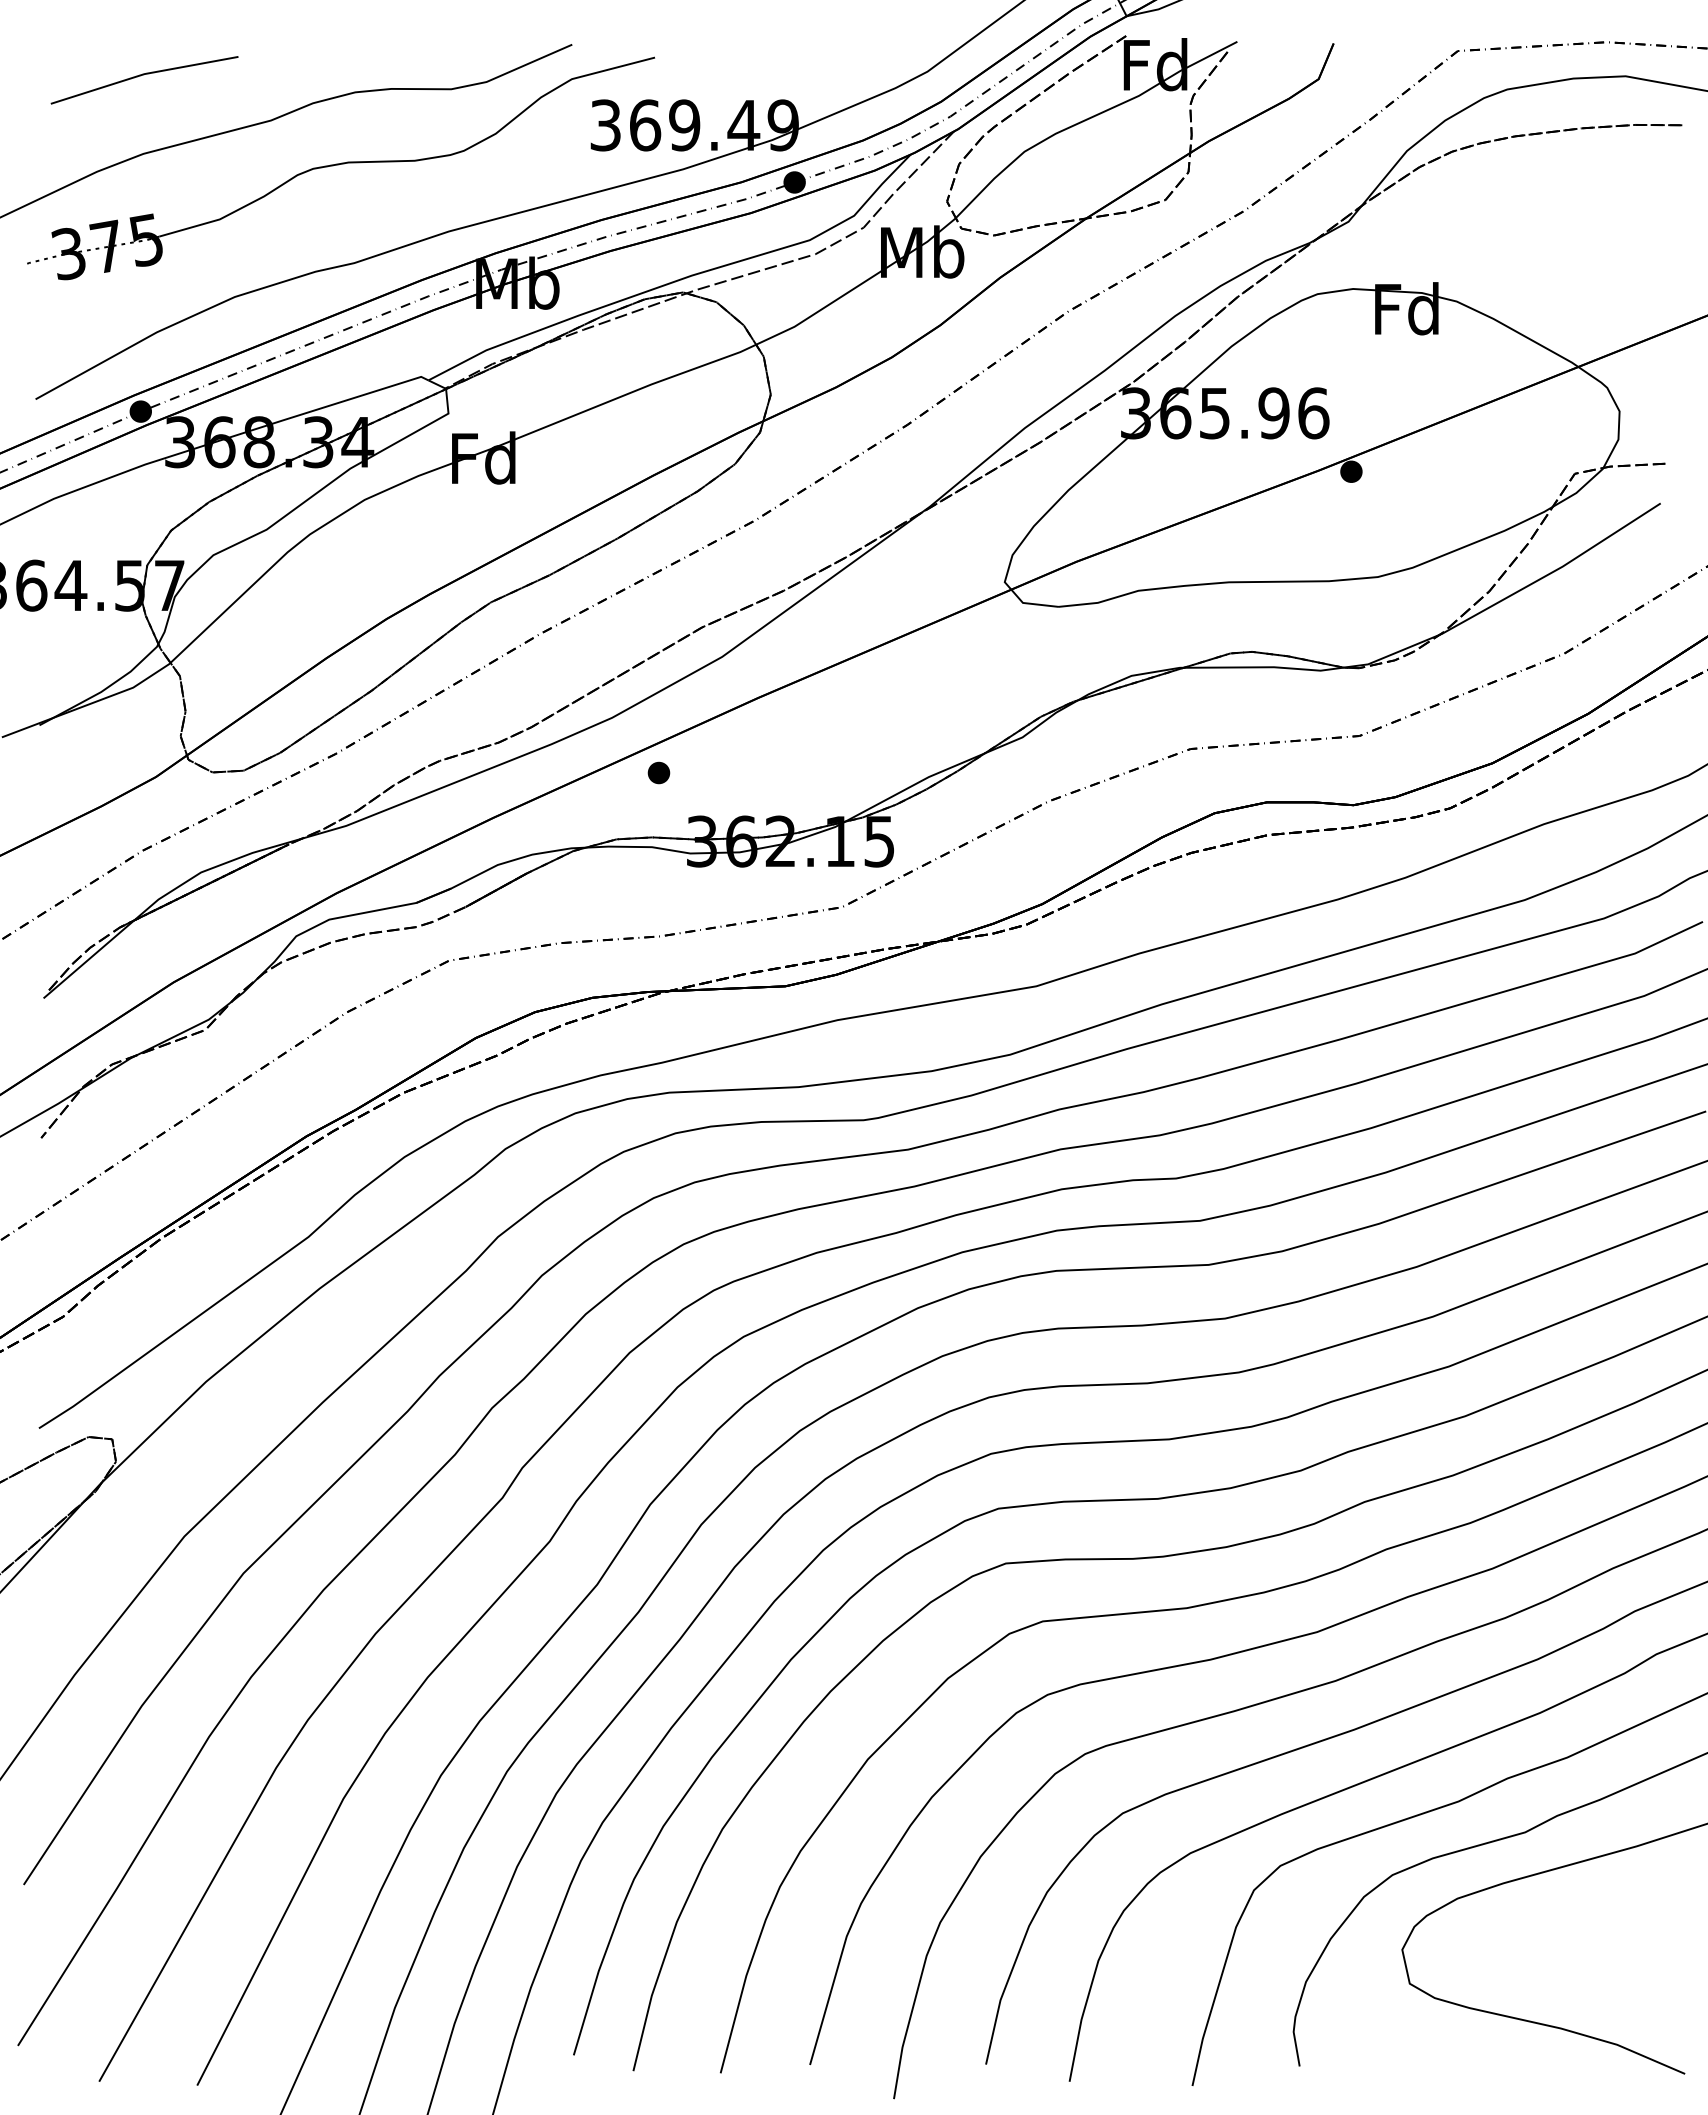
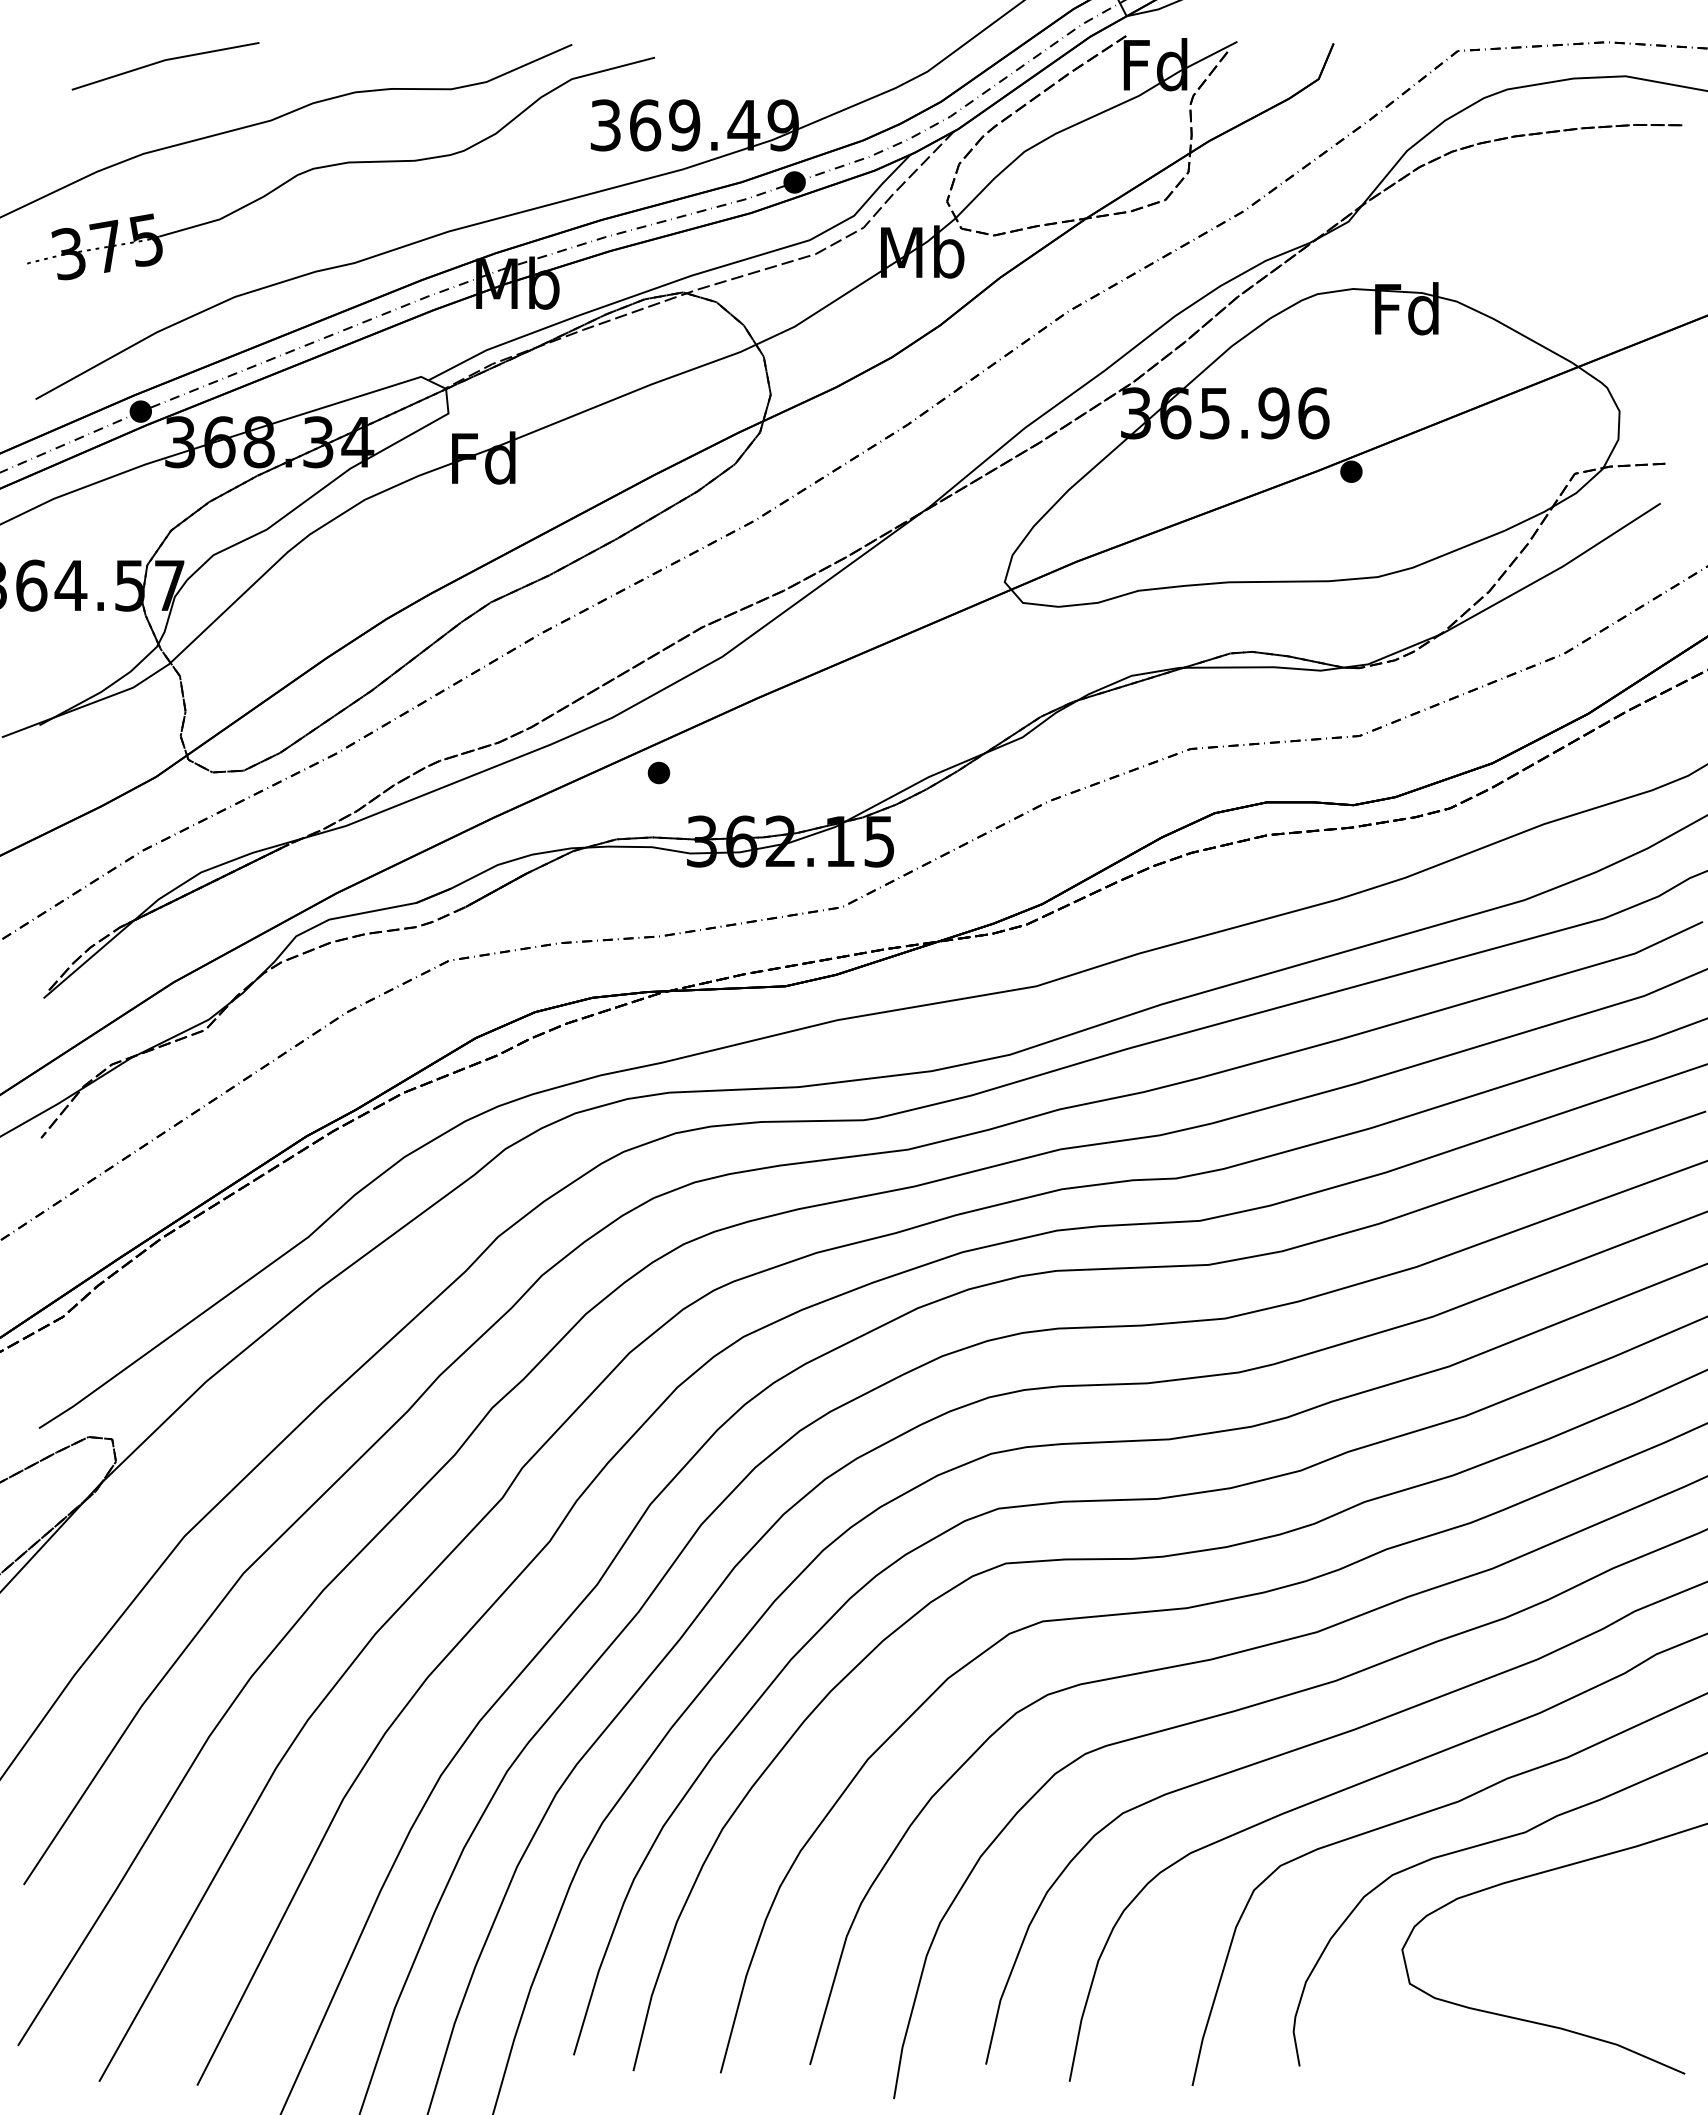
line at (144, 75) position: (144, 75) -> (165, 61)
